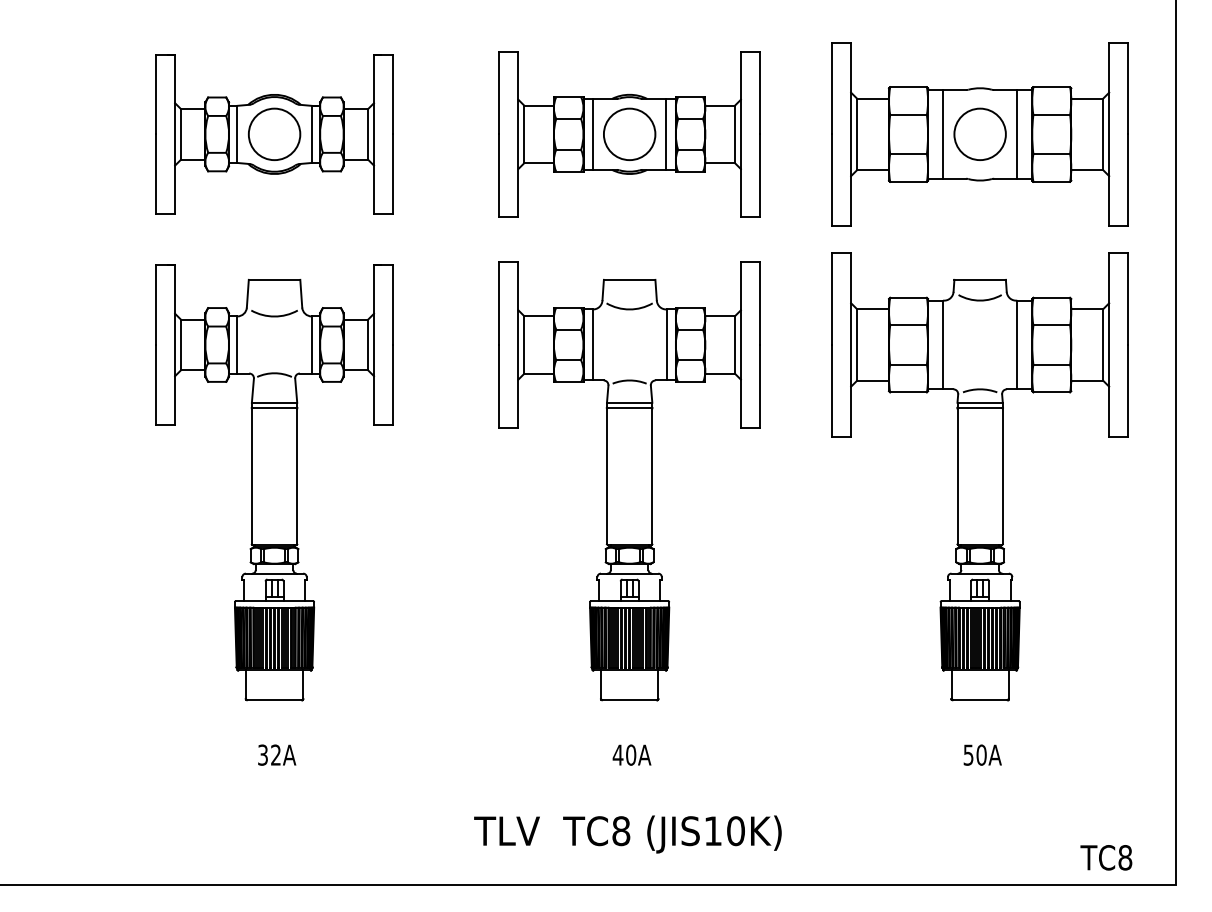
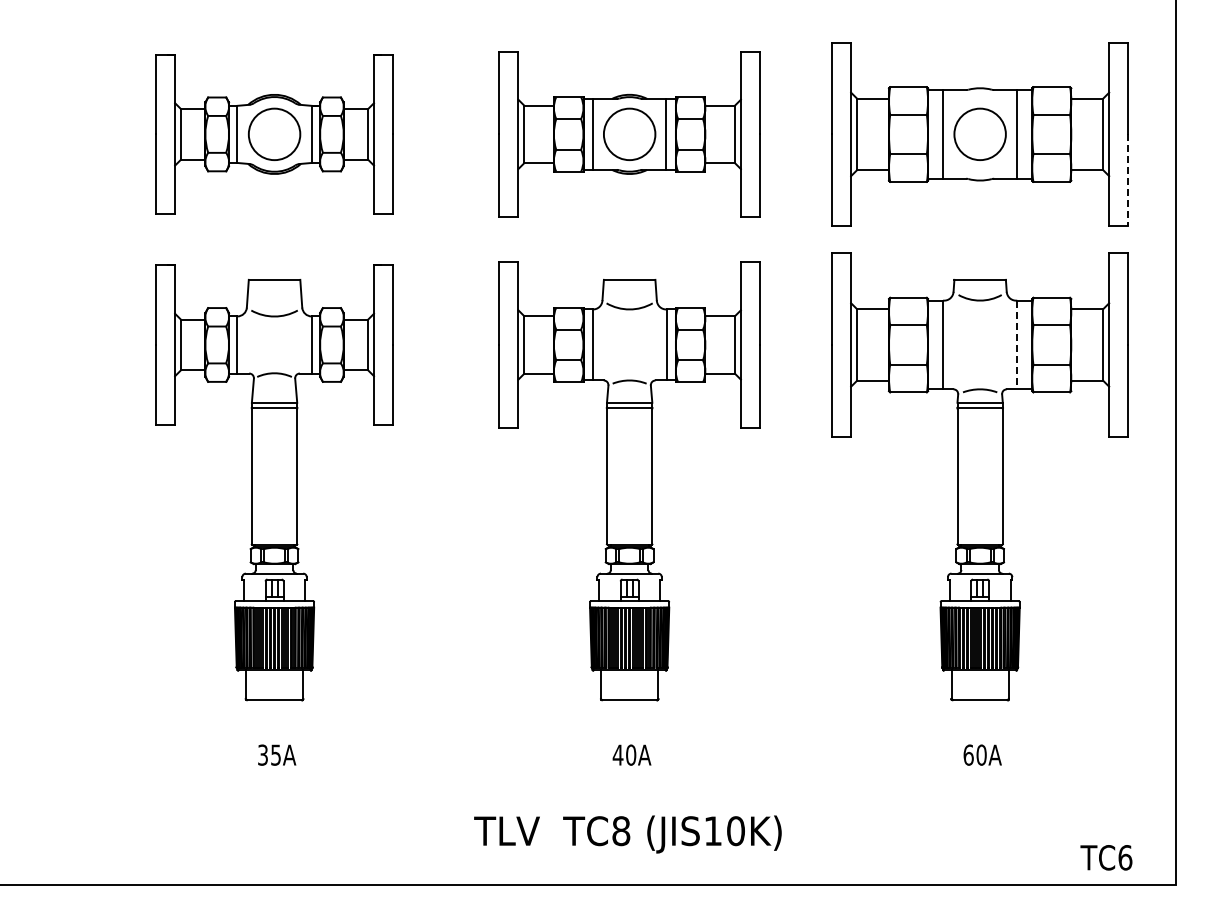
line at (1128, 180): solid -> dashed
line at (1017, 345): solid -> dashed
text at (275, 754): 32A -> 35A
text at (968, 754): 50A -> 60A
text at (1125, 857): TC8 -> TC6
